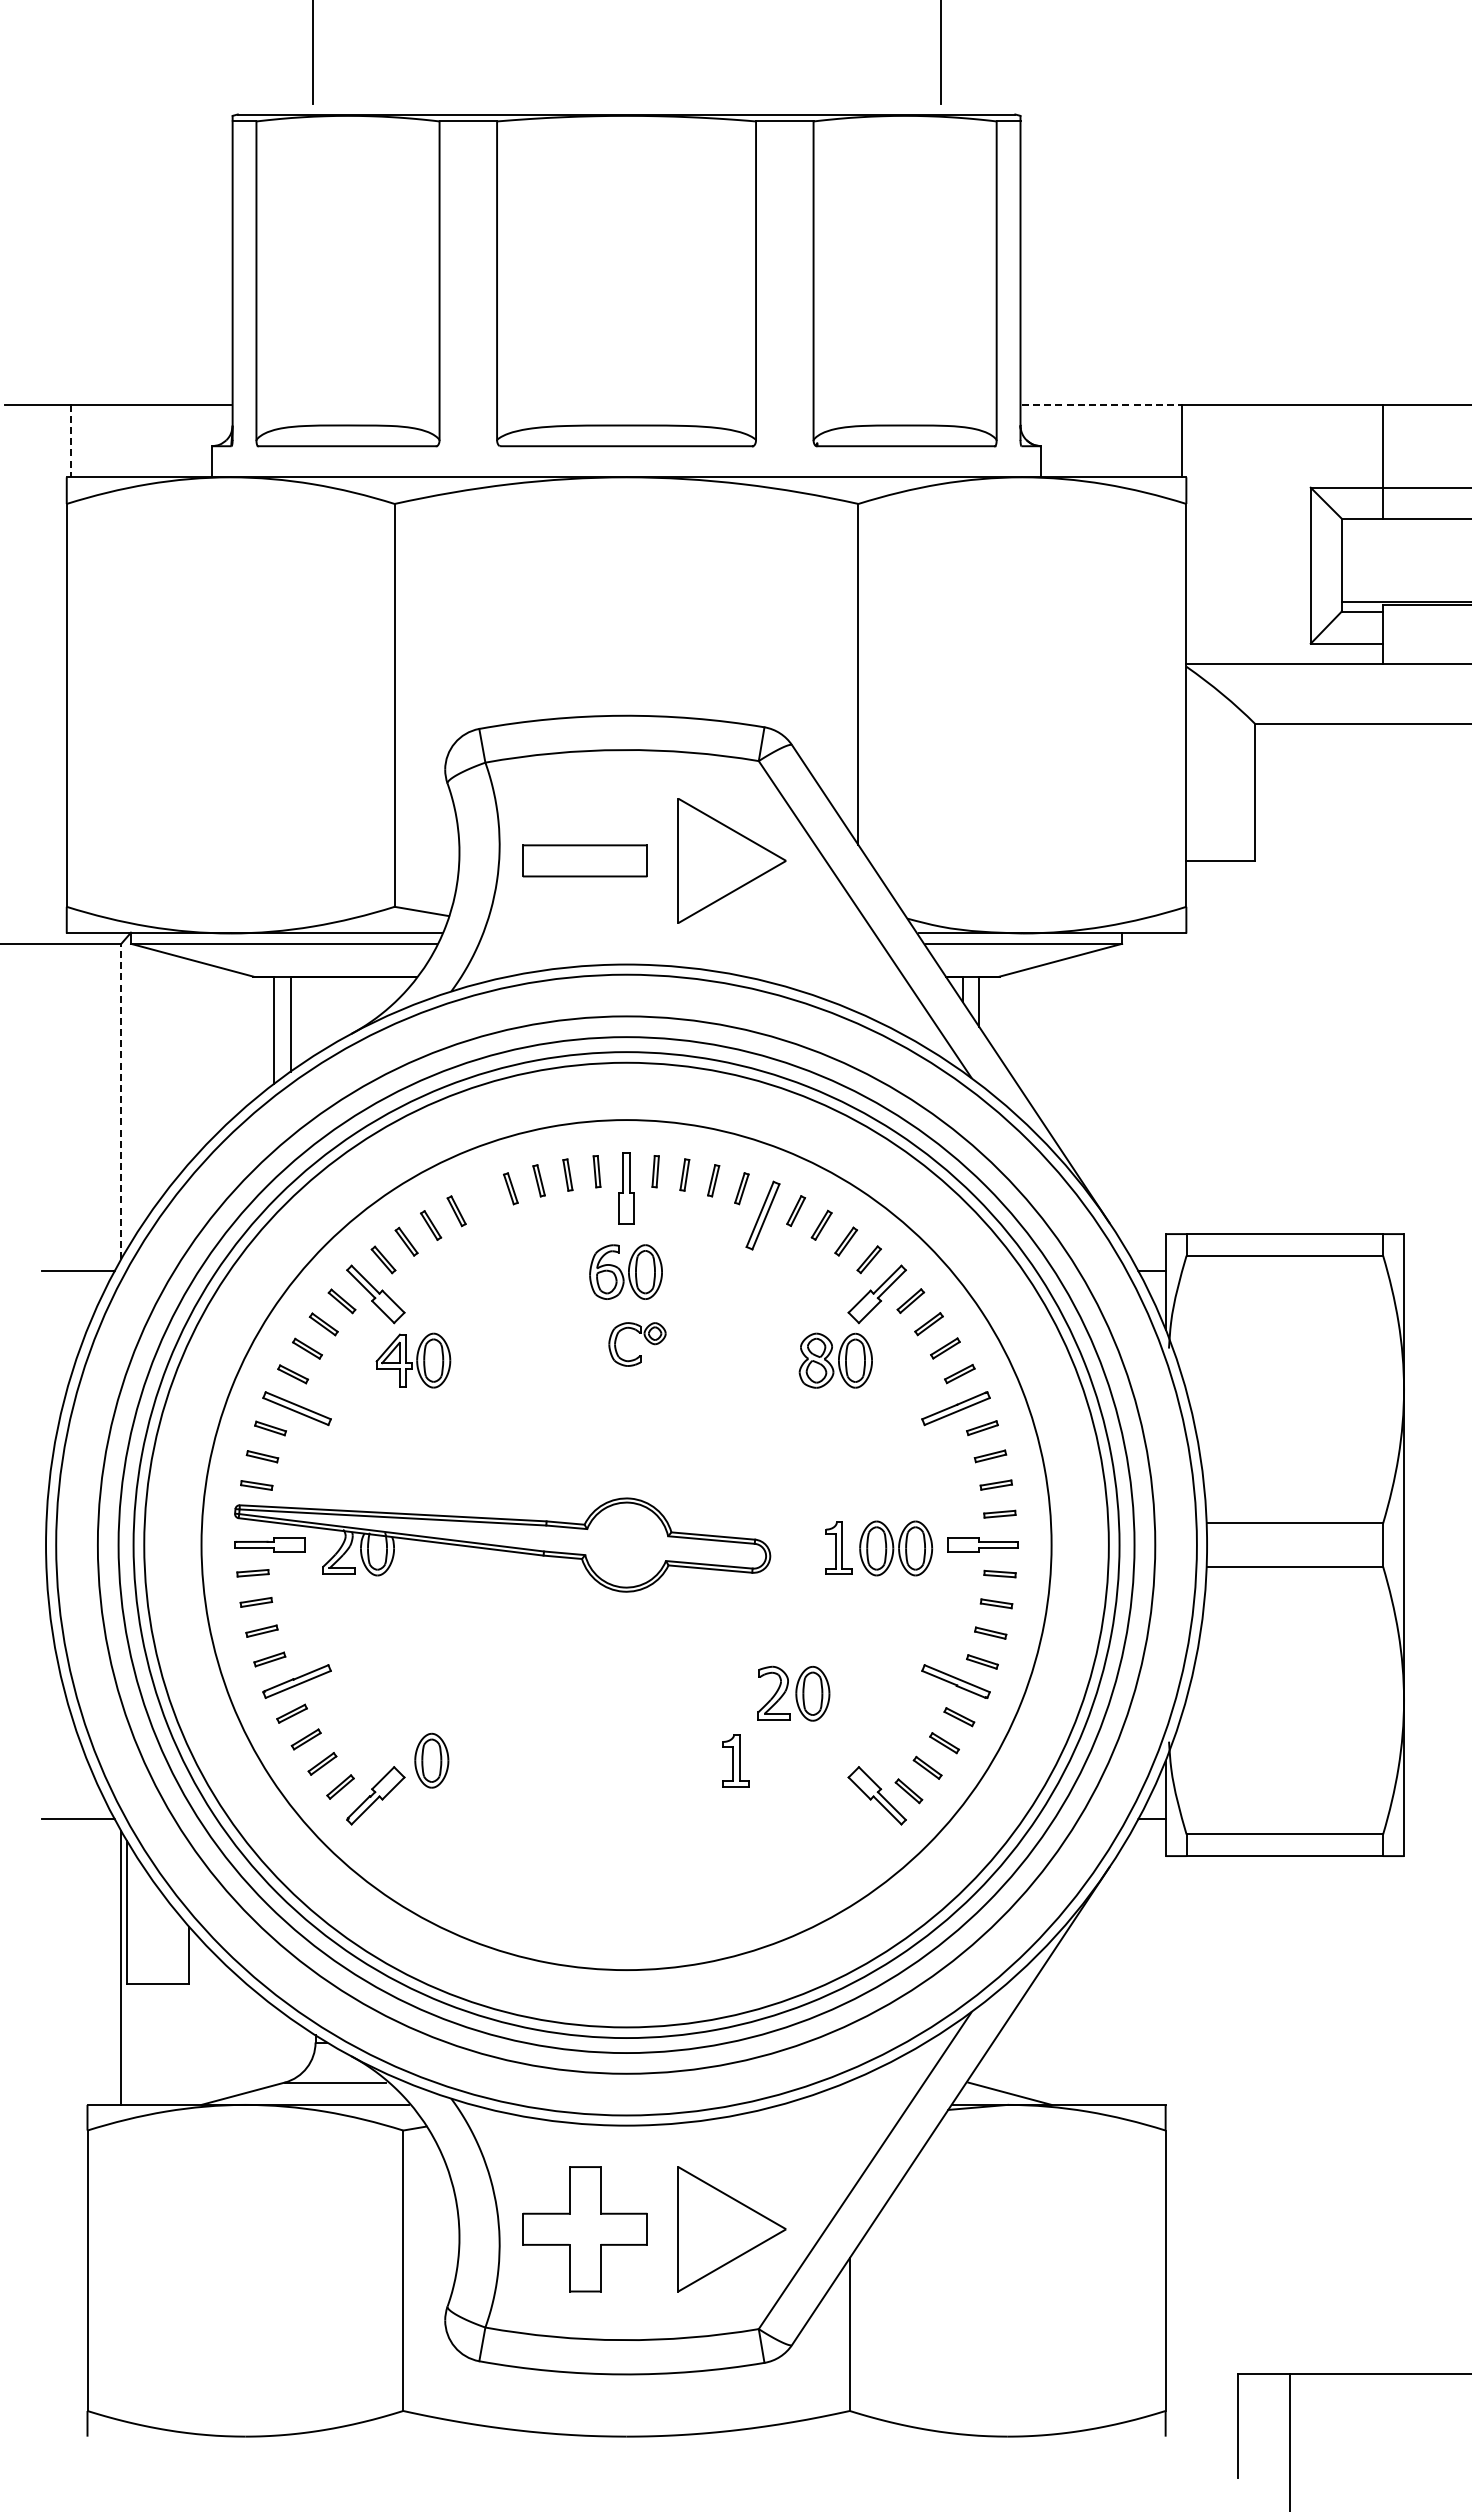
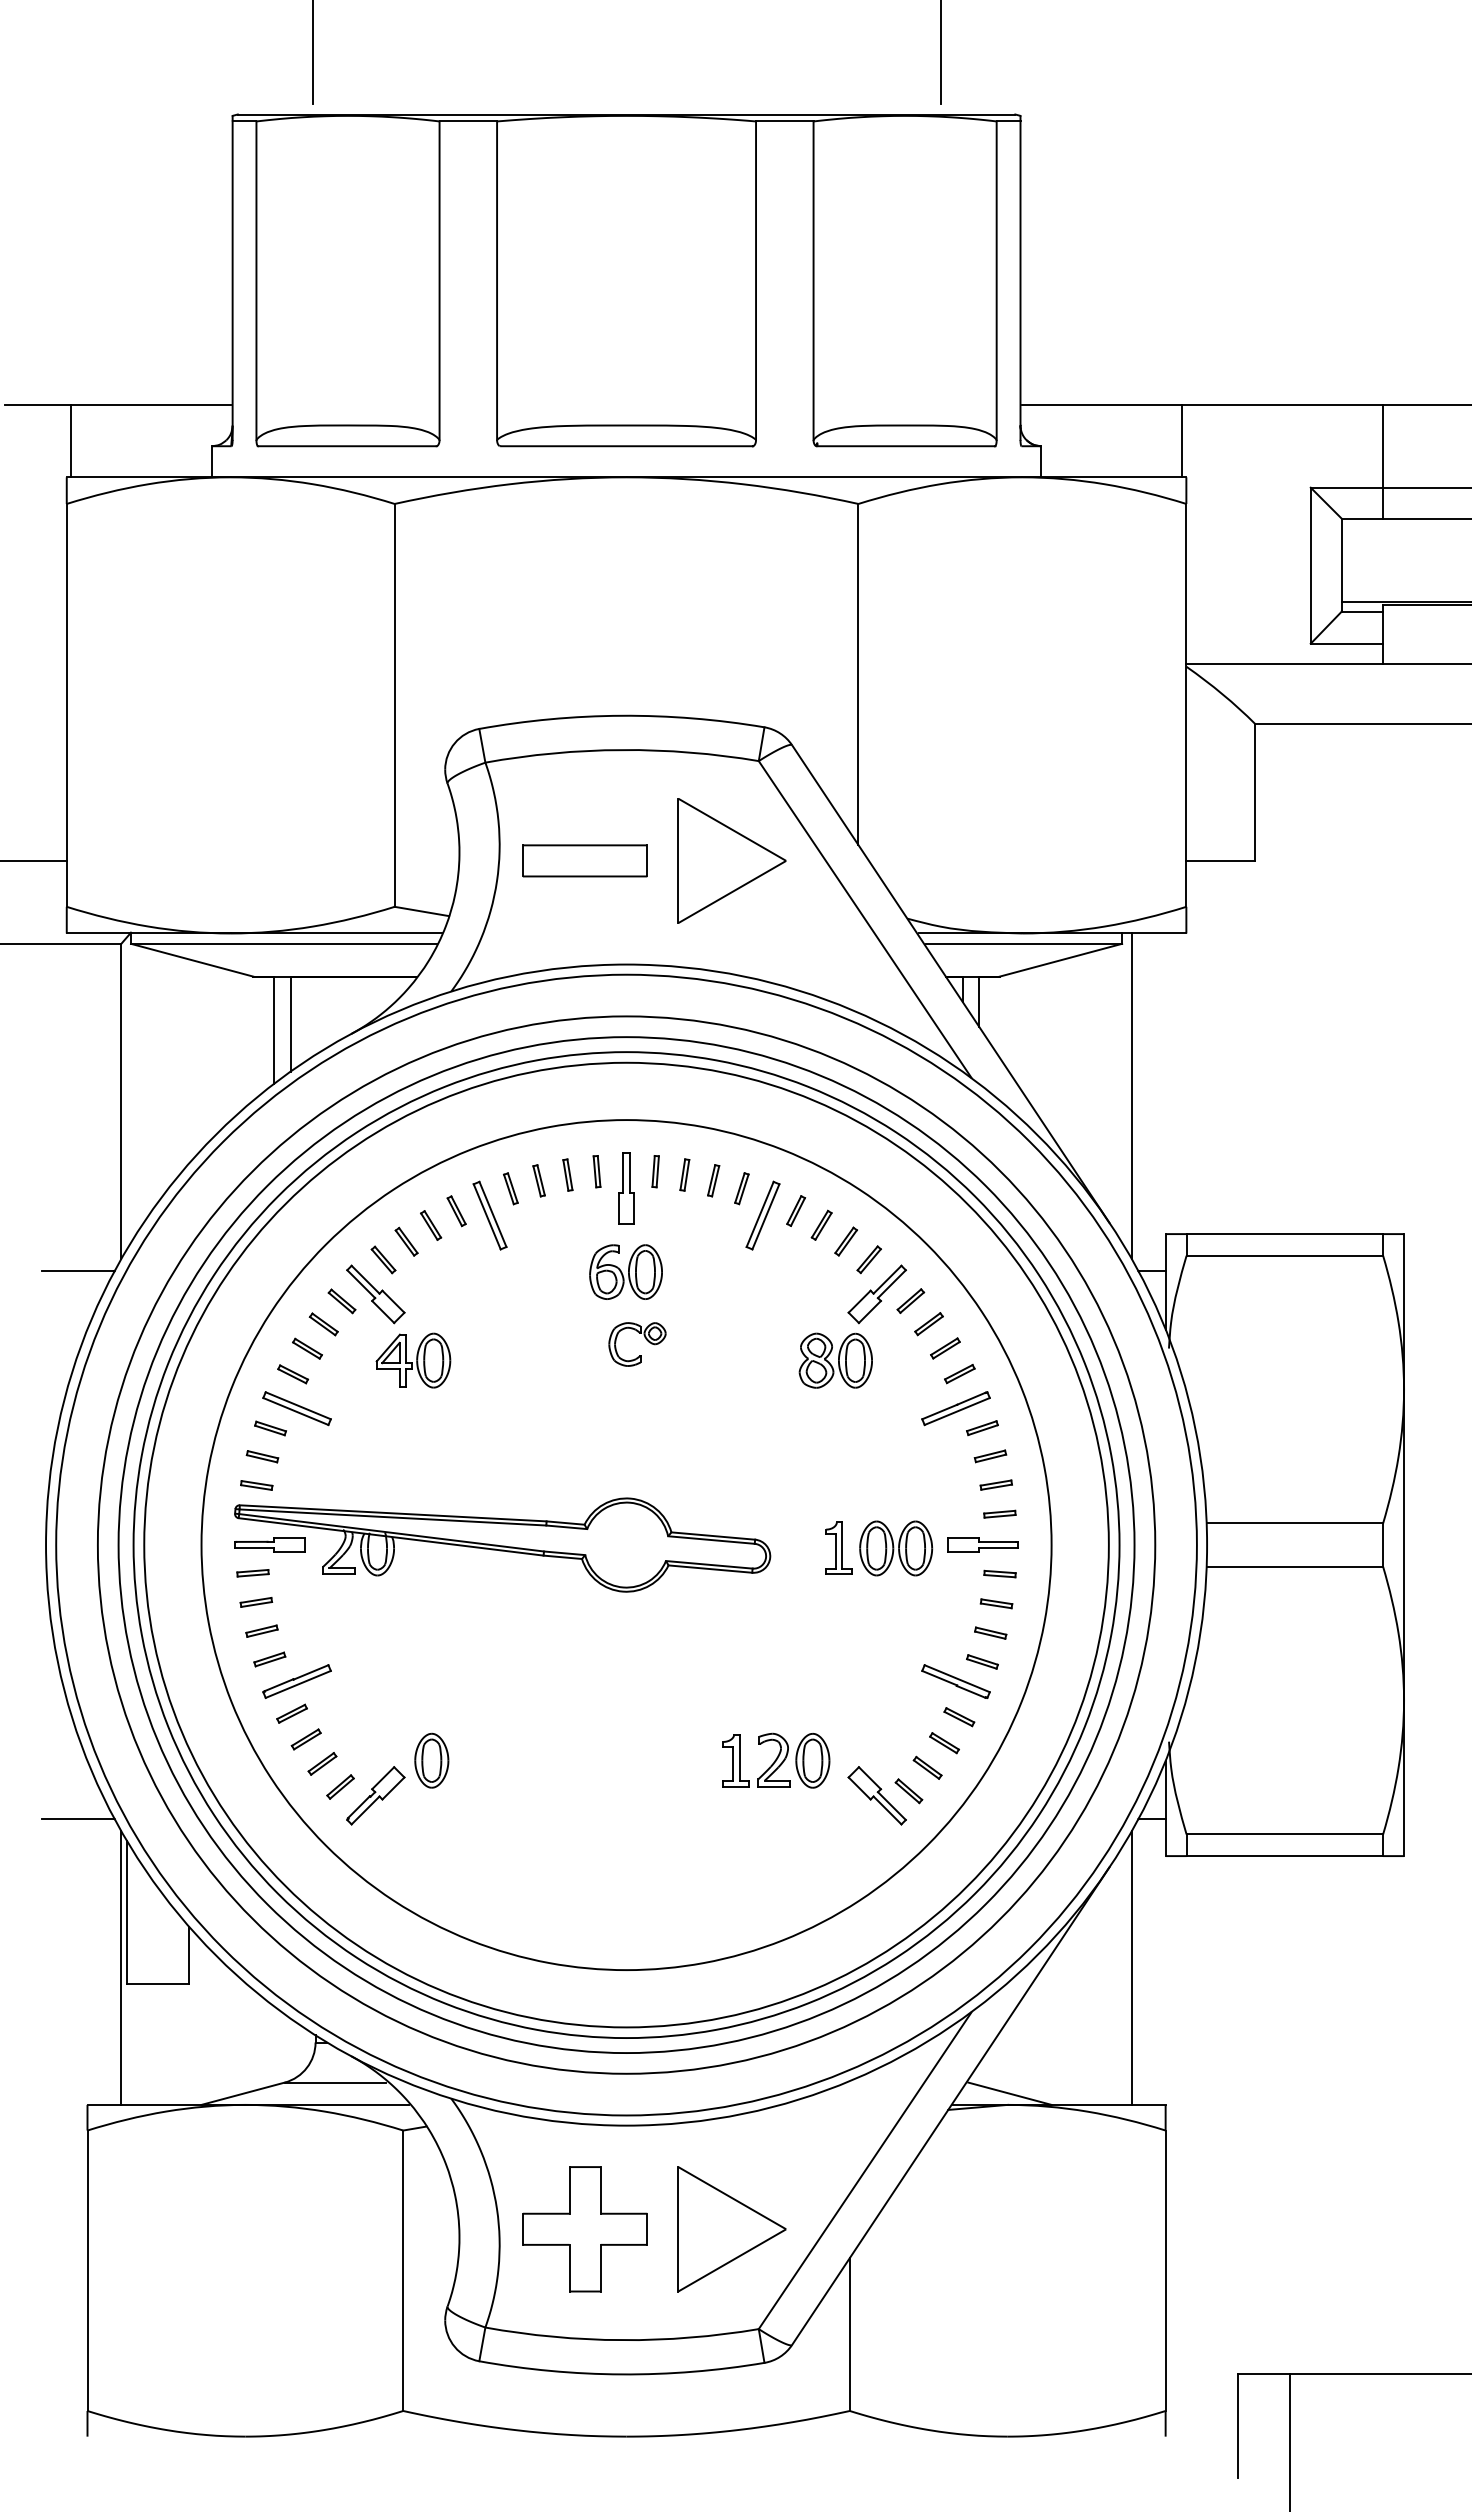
line at (1102, 404): dashed -> solid
line at (70, 441): dashed -> solid
line at (34, 860): none -> present
line at (1131, 1096): none -> present
line at (121, 1101): dashed -> solid
part at (489, 1215): none -> present
part at (793, 1693) position: (793, 1693) -> (793, 1760)
line at (1131, 1967): none -> present
